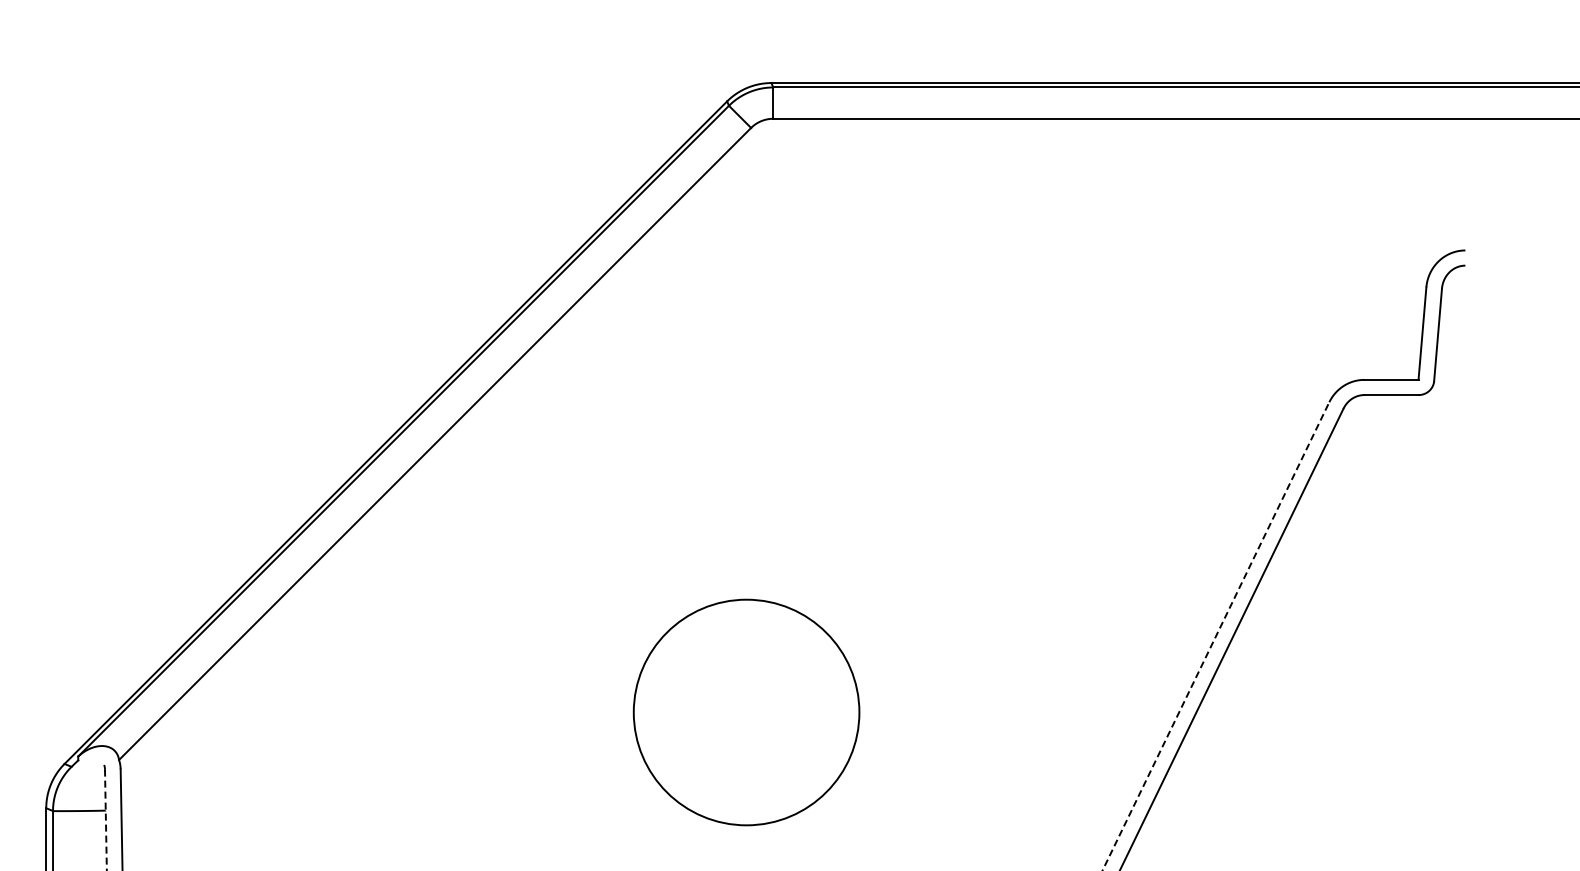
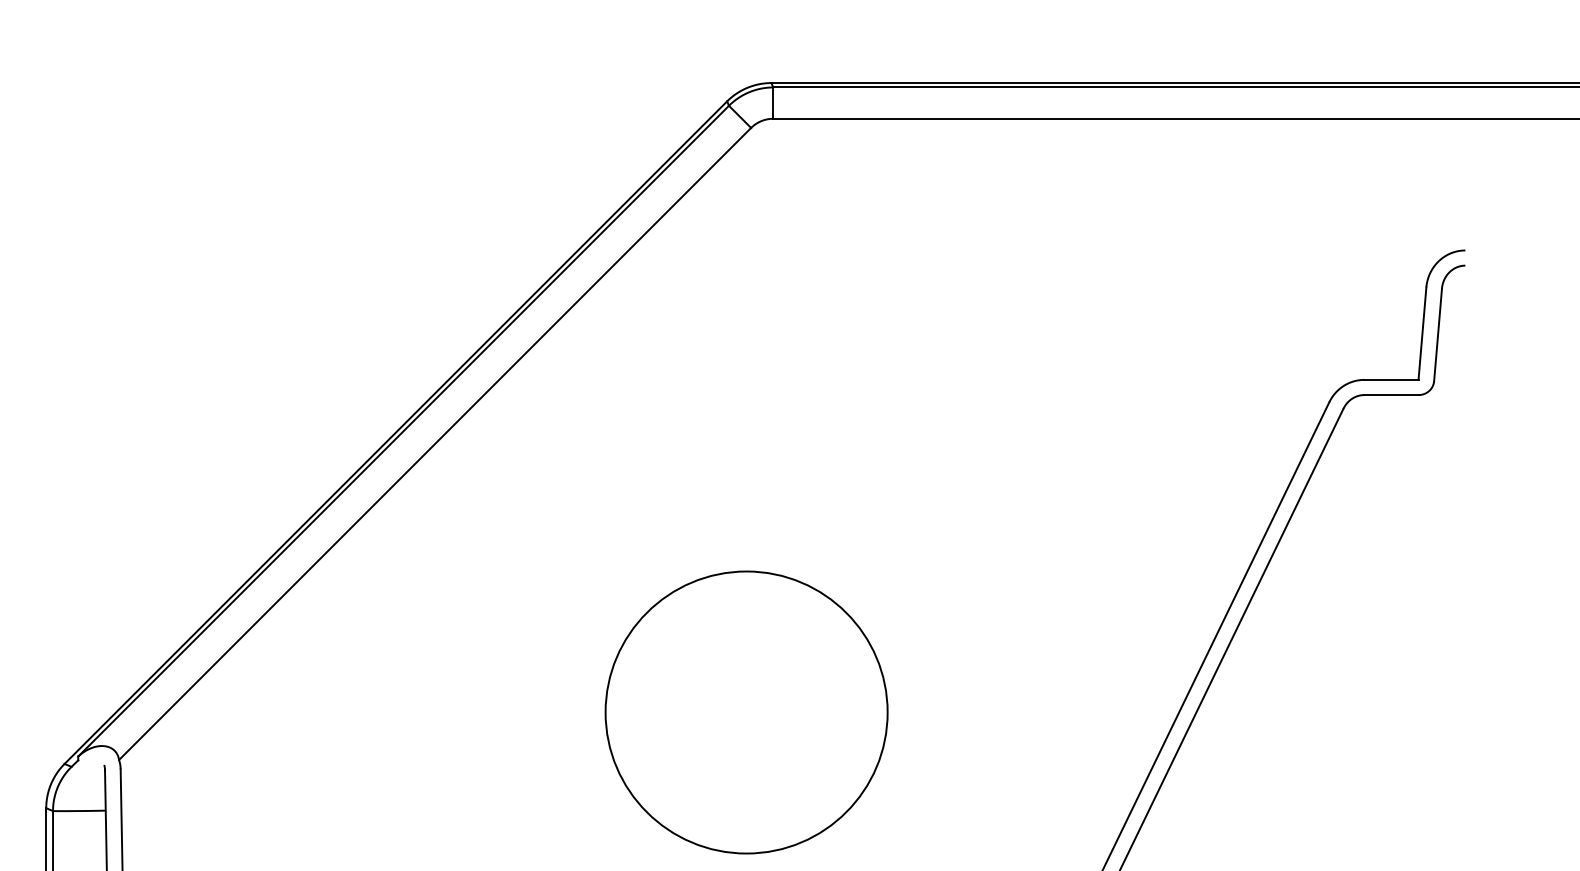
line at (1216, 636): dashed -> solid
circle at (746, 712) size: 229x229 px -> 285x285 px
line at (105, 820): dashed -> solid
